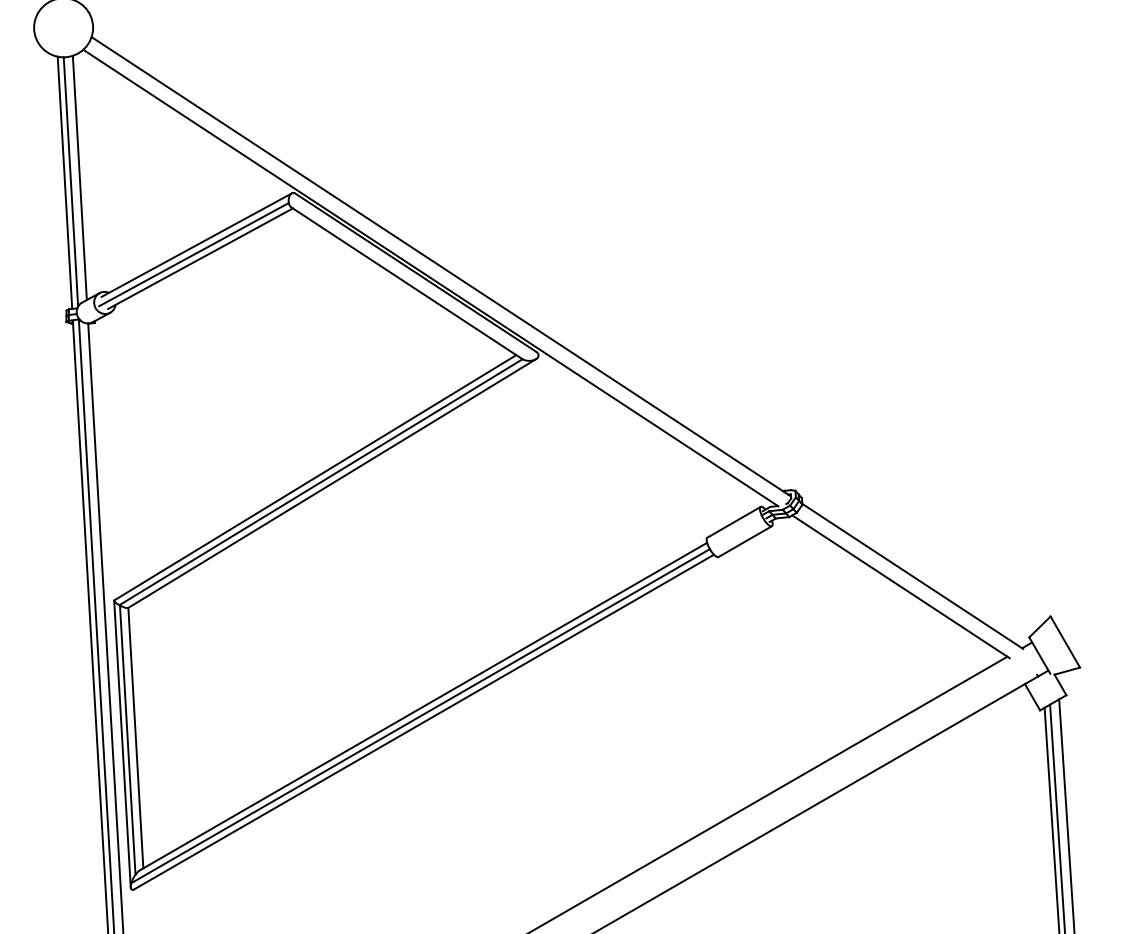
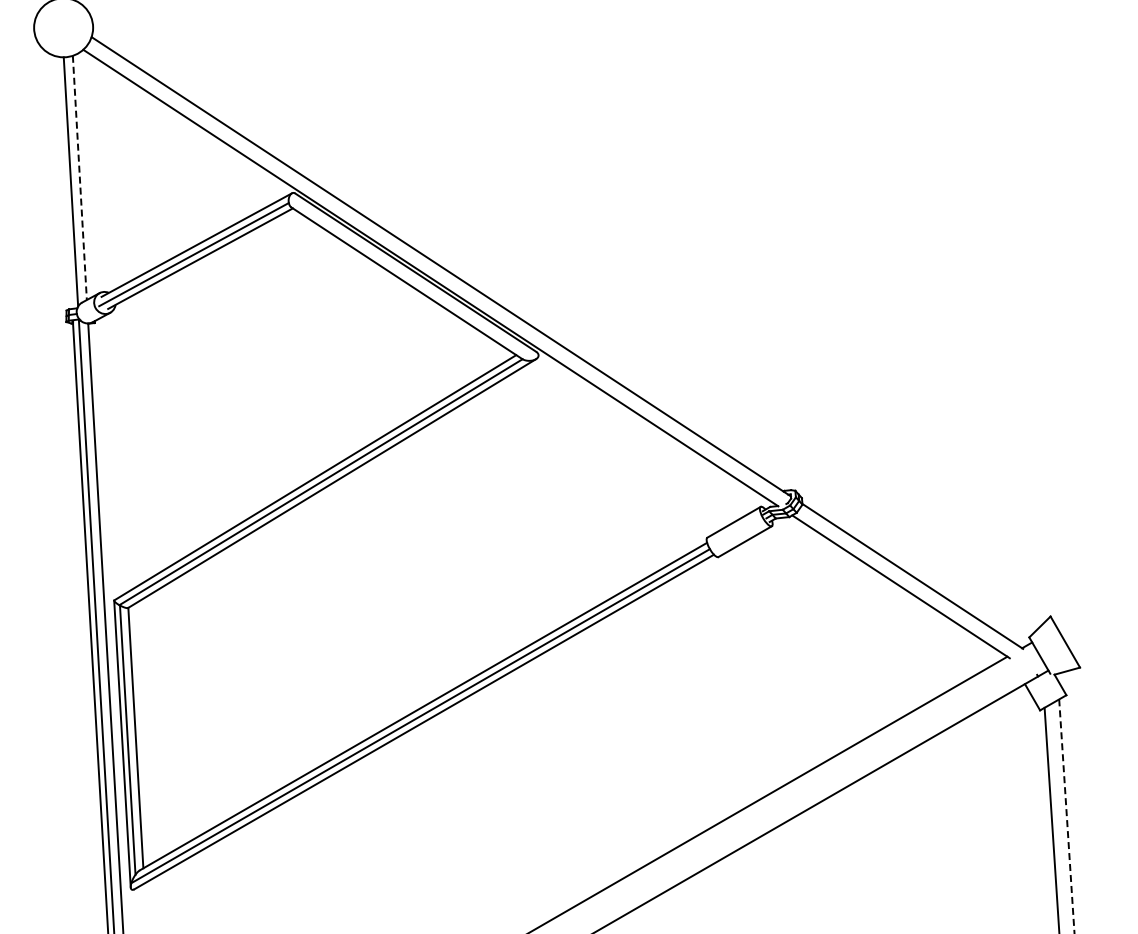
line at (79, 178): solid -> dashed
line at (64, 182): present -> none
line at (1057, 817): present -> none
line at (1066, 817): solid -> dashed
